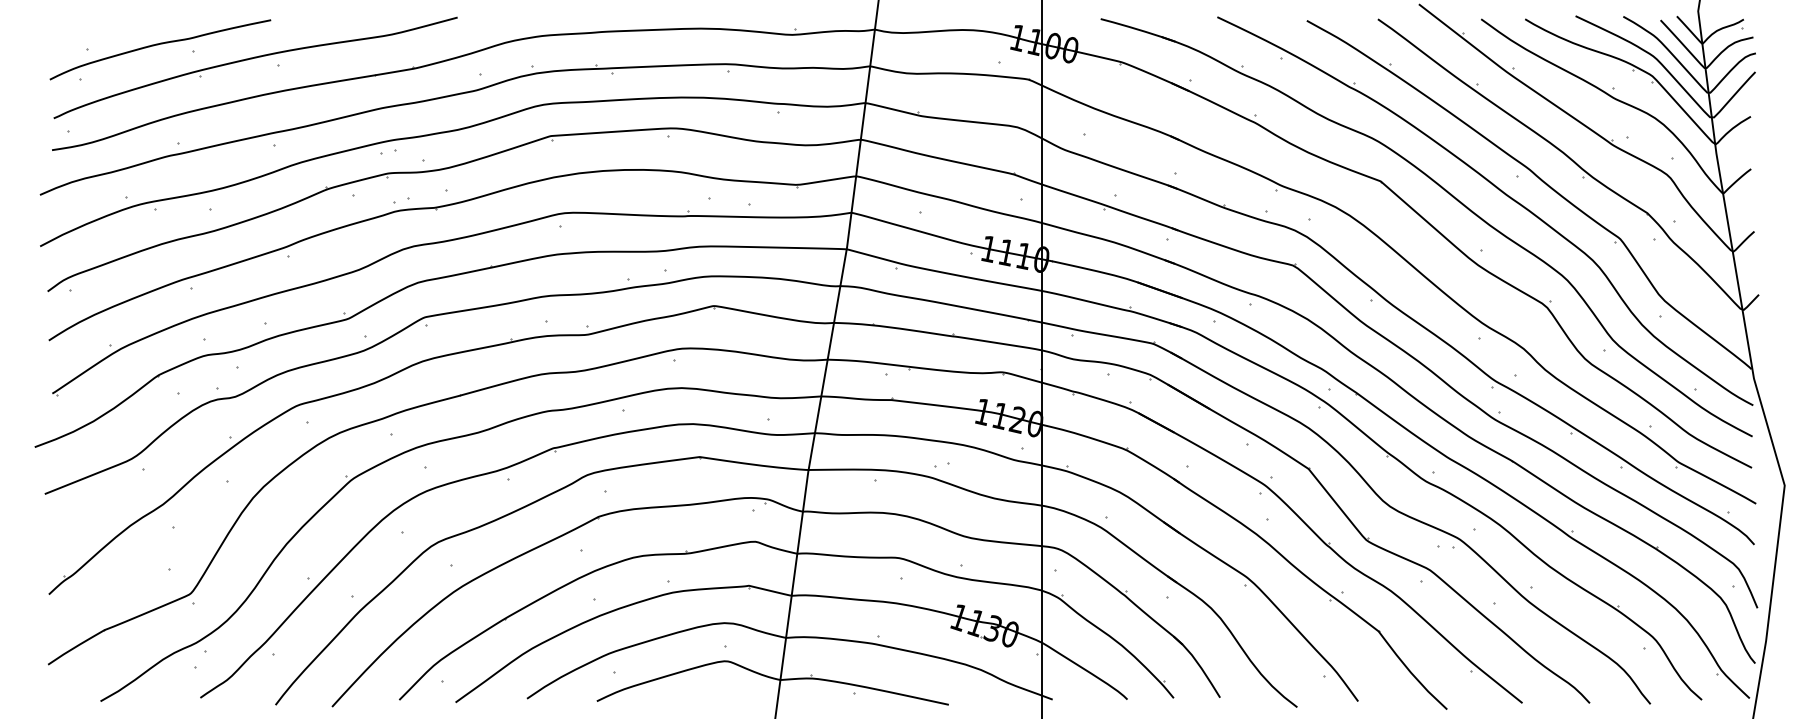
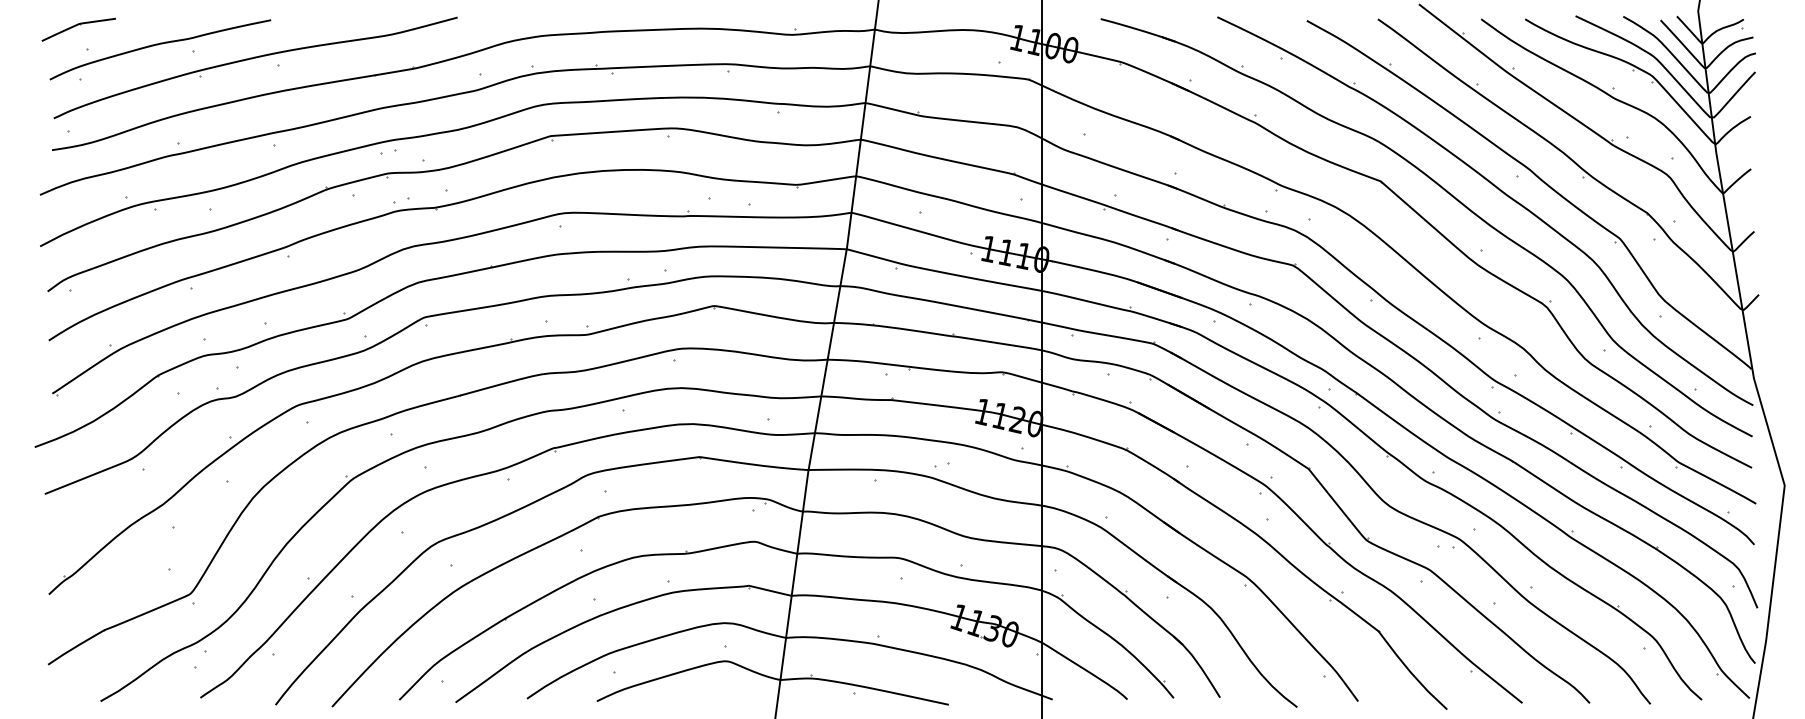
part at (78, 29): none -> present
